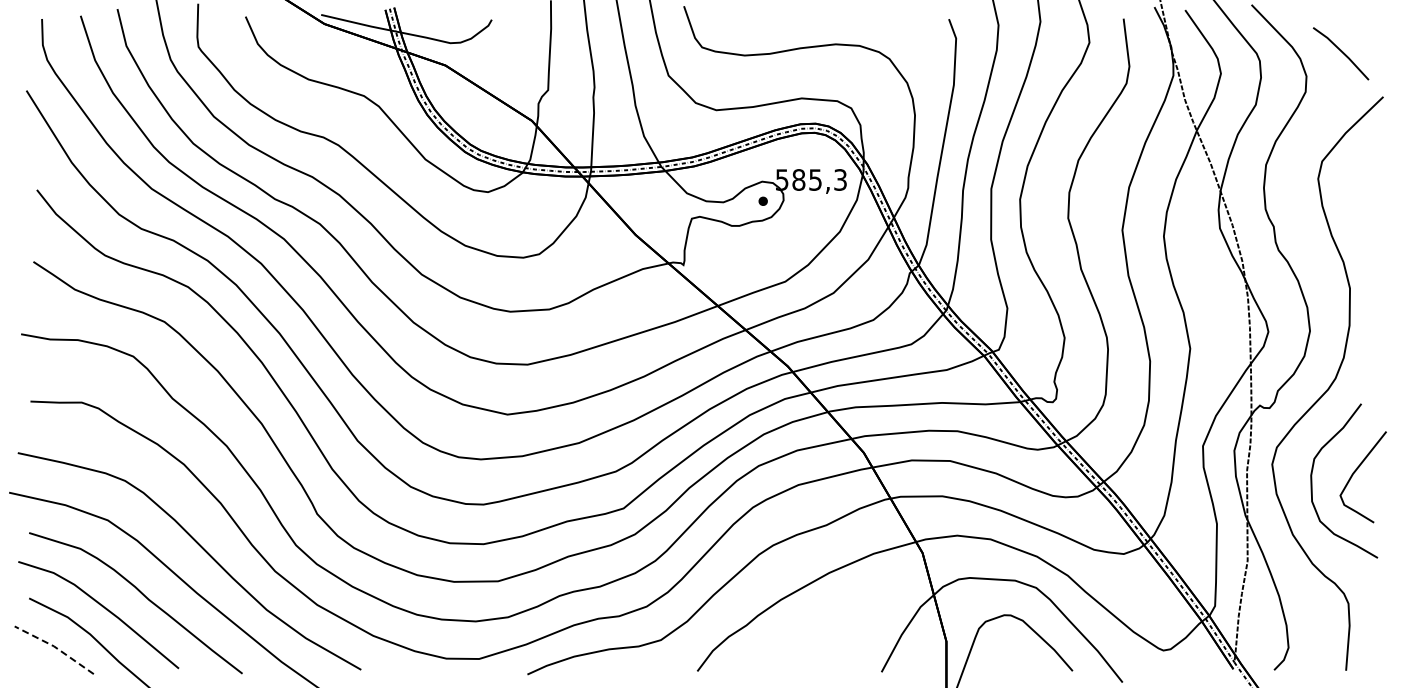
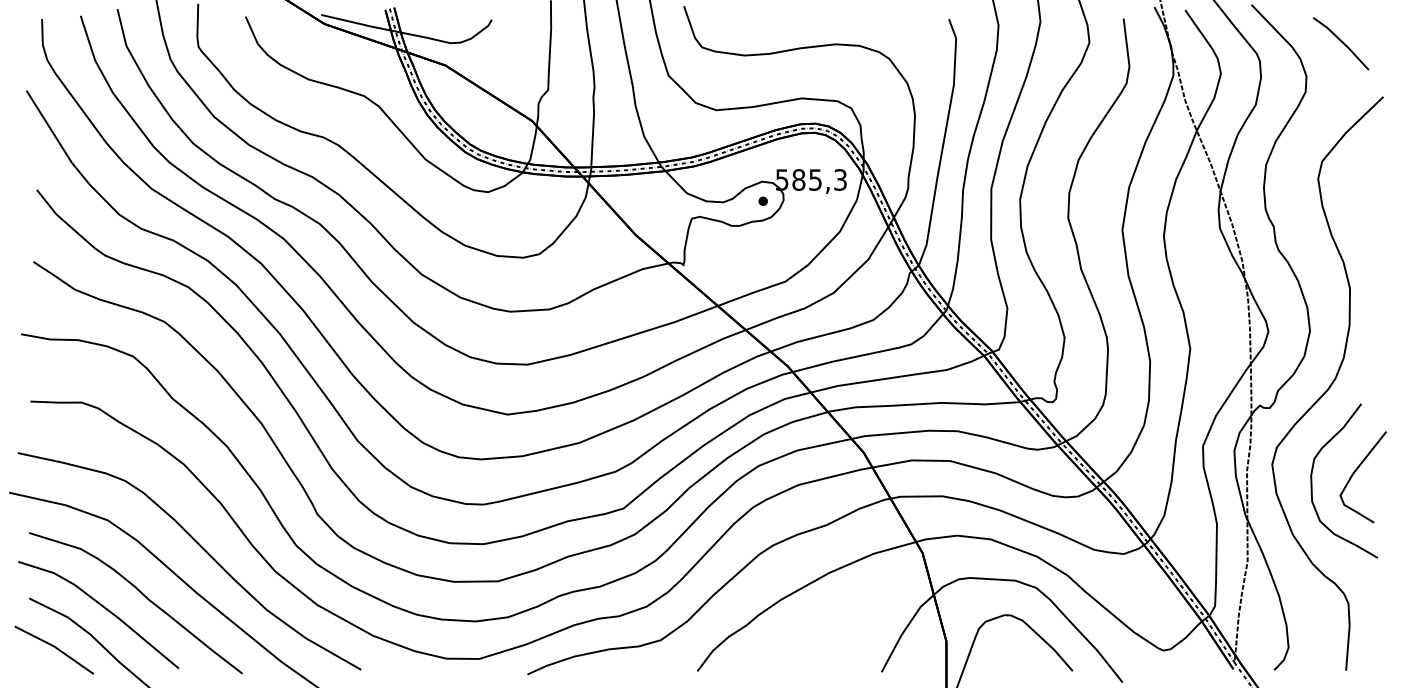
line at (1341, 52) position: (1341, 52) -> (1341, 42)
line at (54, 646): dashed -> solid
